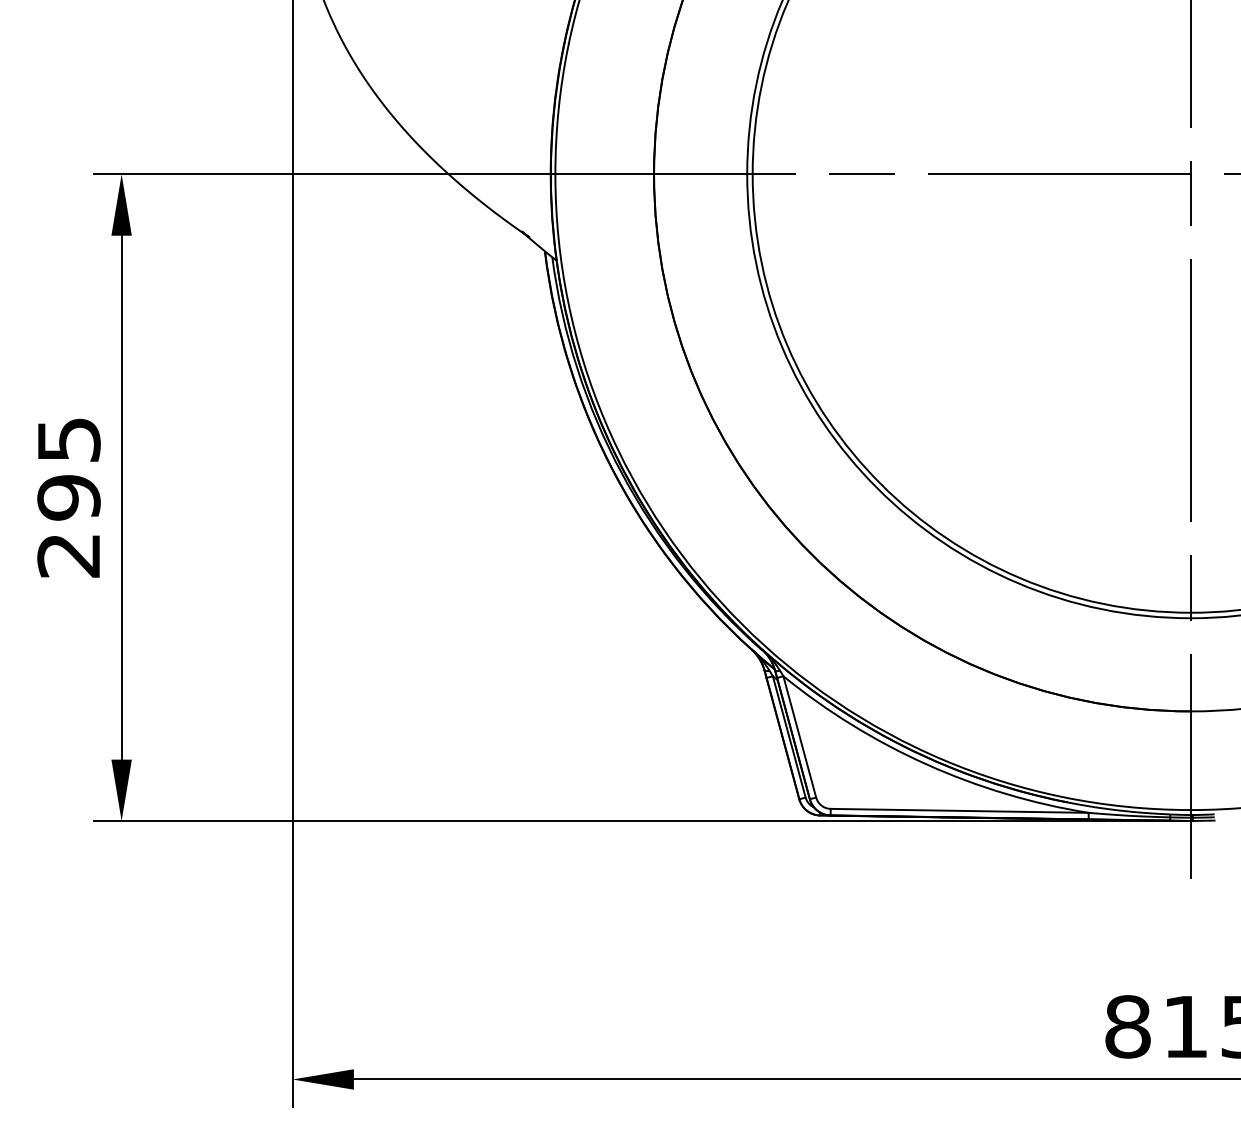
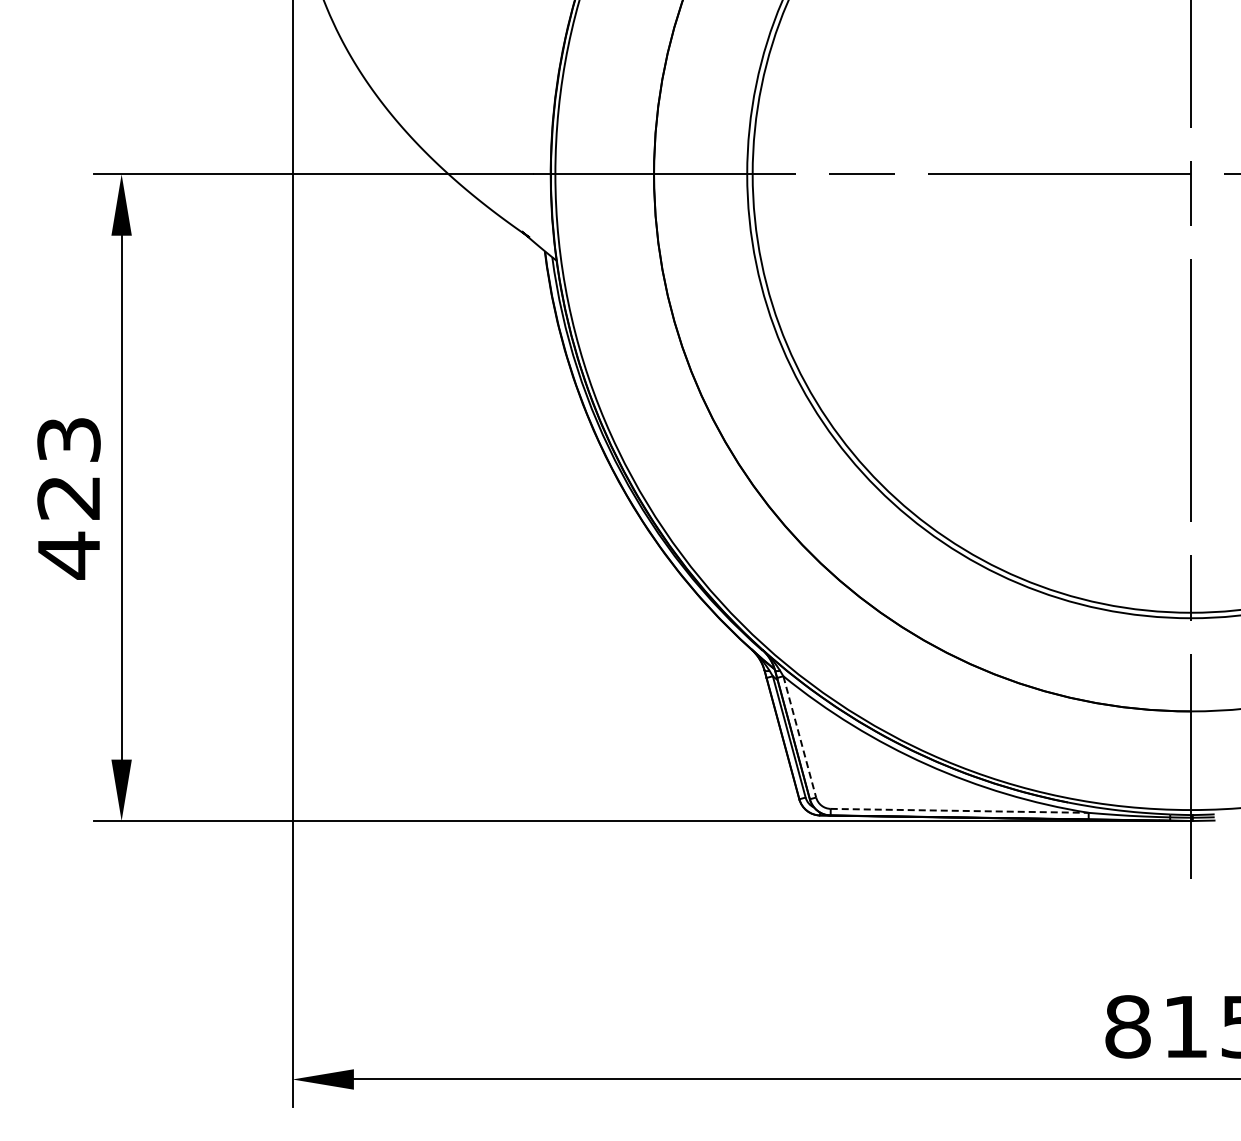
text at (68, 498): 295 -> 423
line at (799, 736): solid -> dashed
line at (960, 810): solid -> dashed
